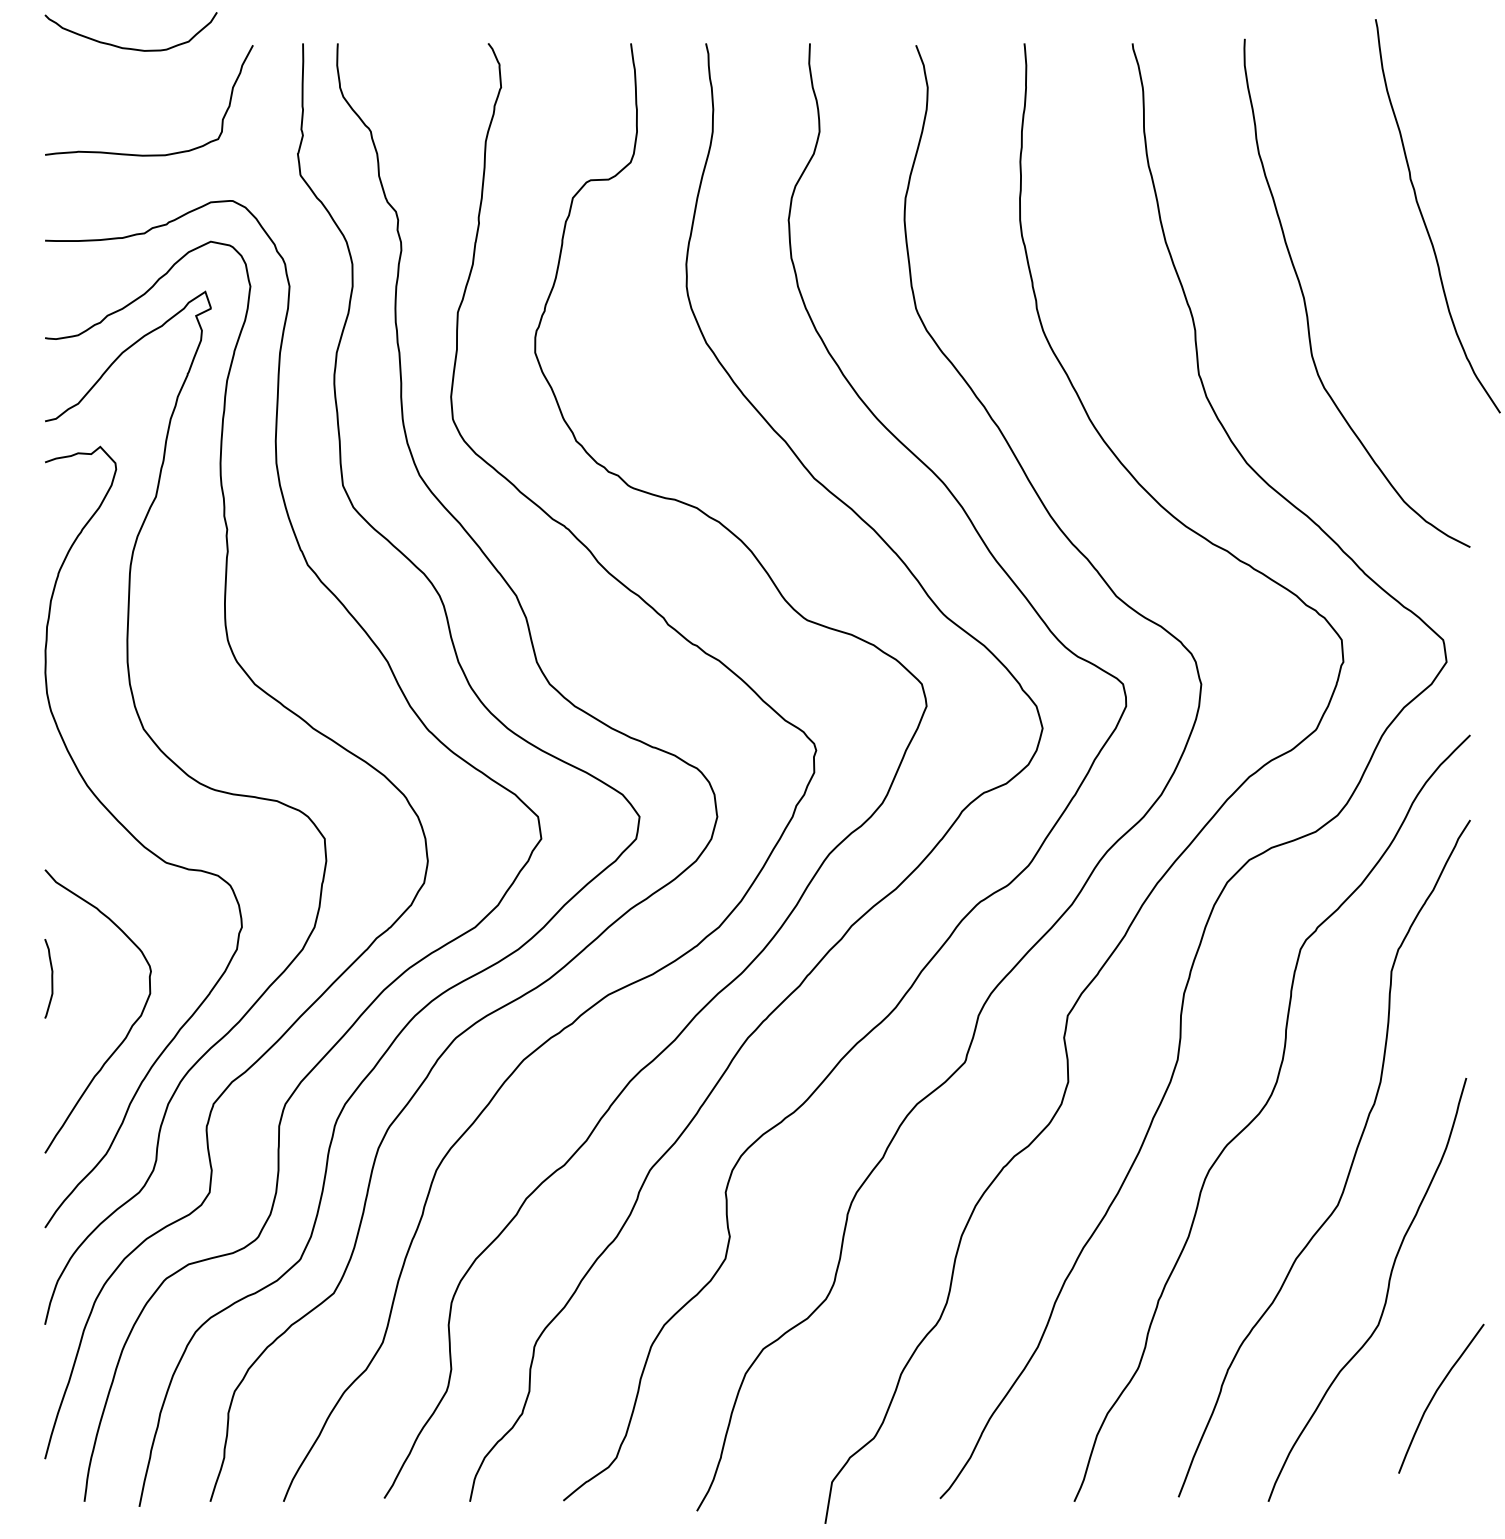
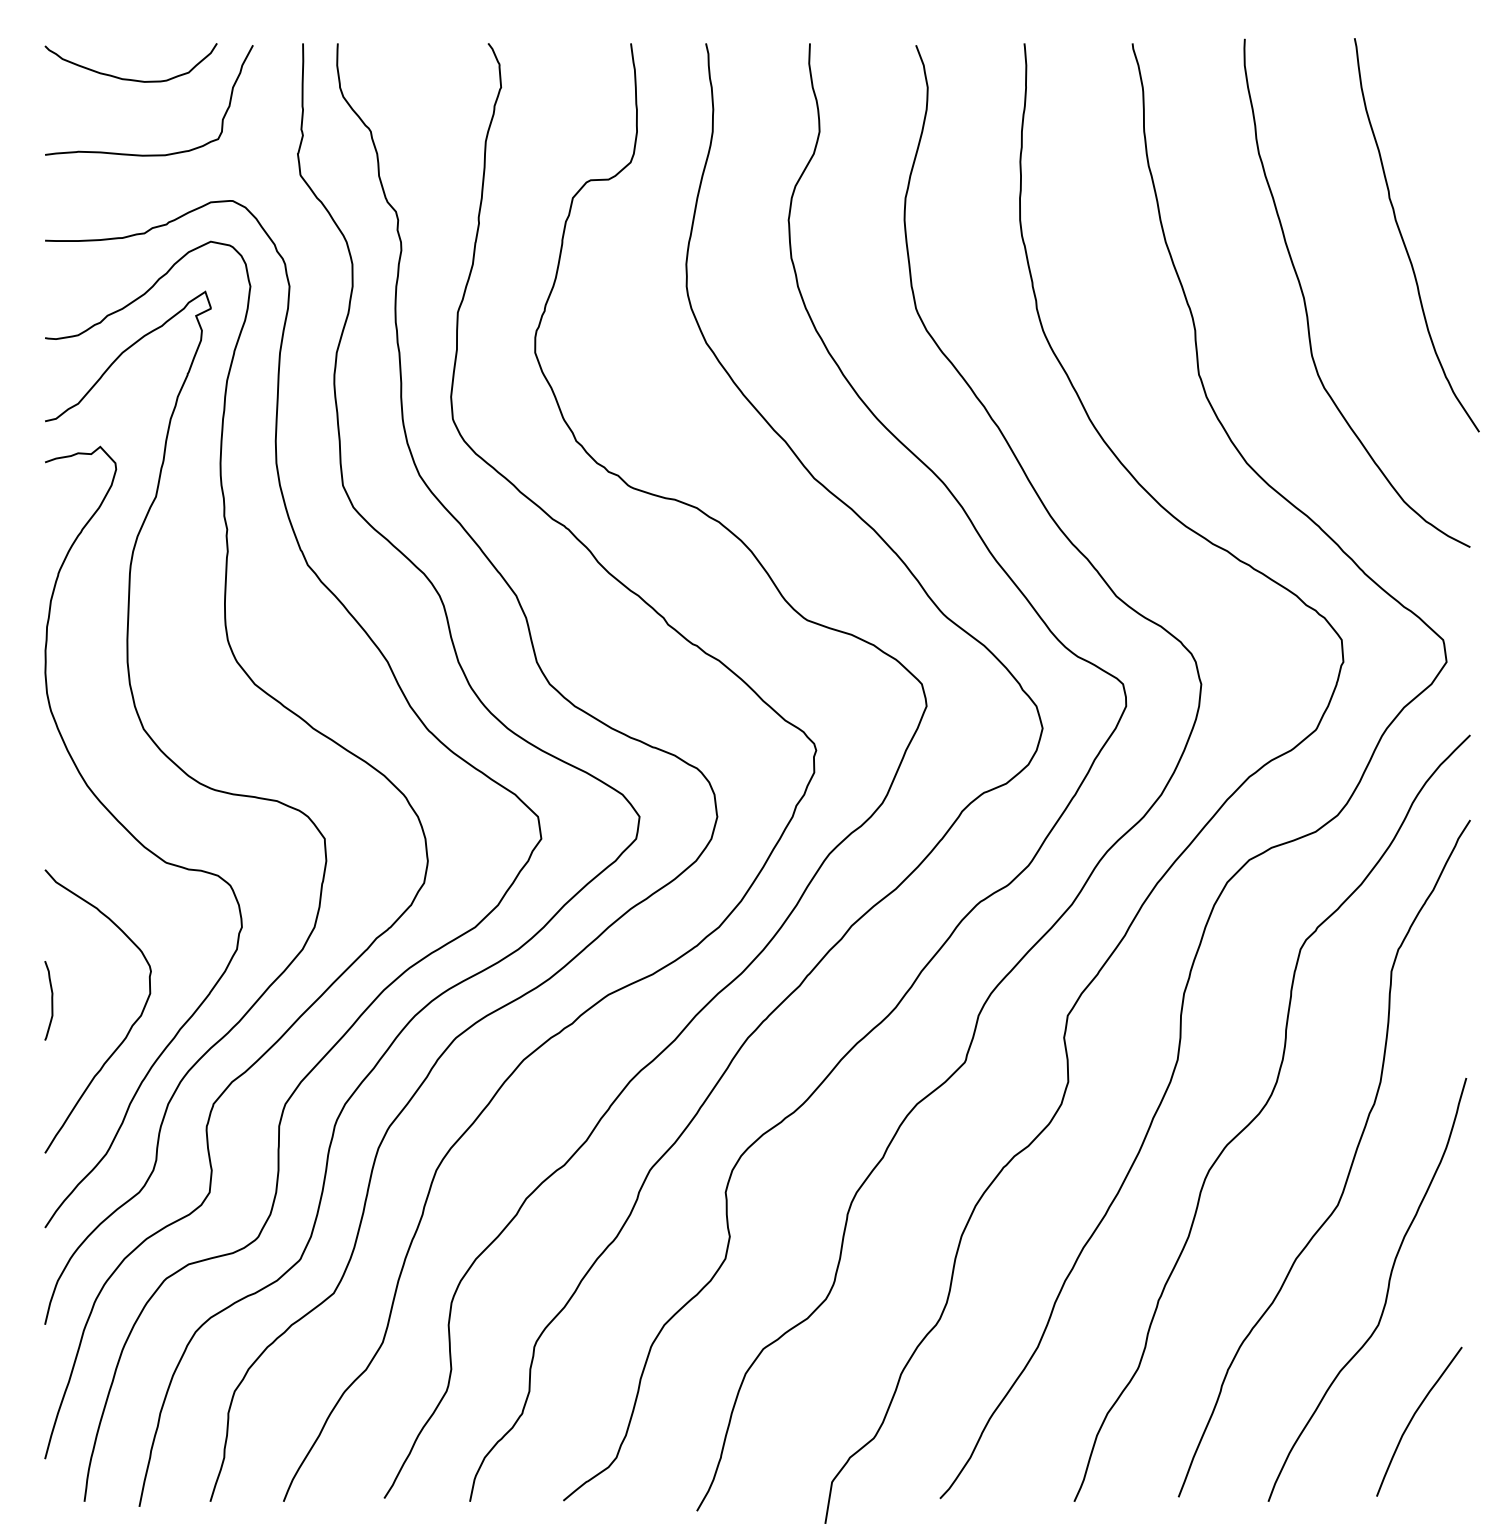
curve at (128, 47) position: (128, 47) -> (128, 78)
curve at (1424, 219) position: (1424, 219) -> (1403, 238)
curve at (51, 978) position: (51, 978) -> (51, 1000)
curve at (1435, 1395) position: (1435, 1395) -> (1413, 1418)
